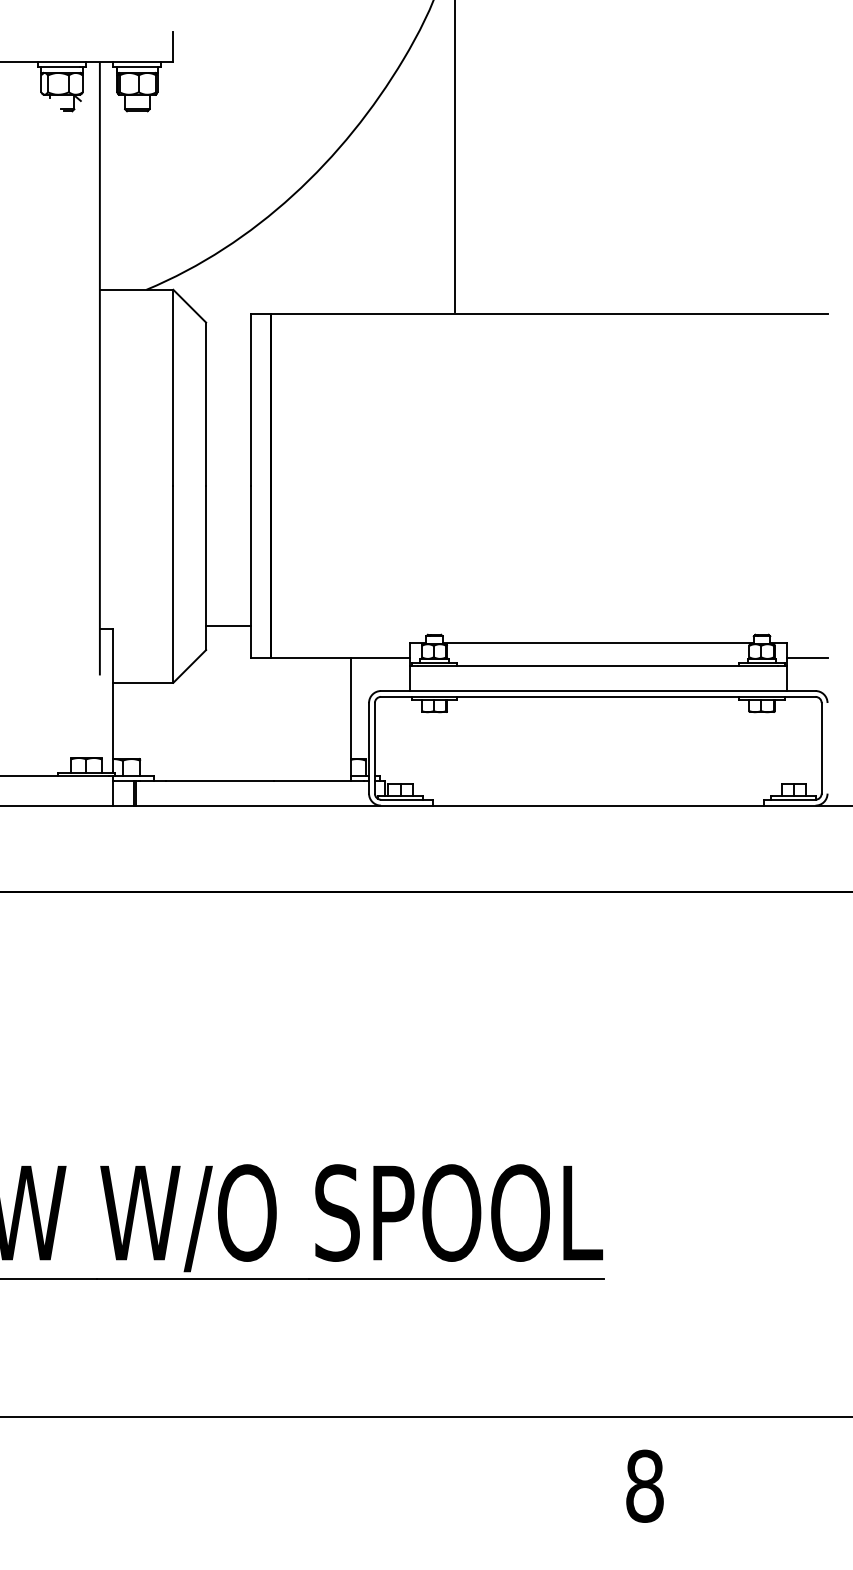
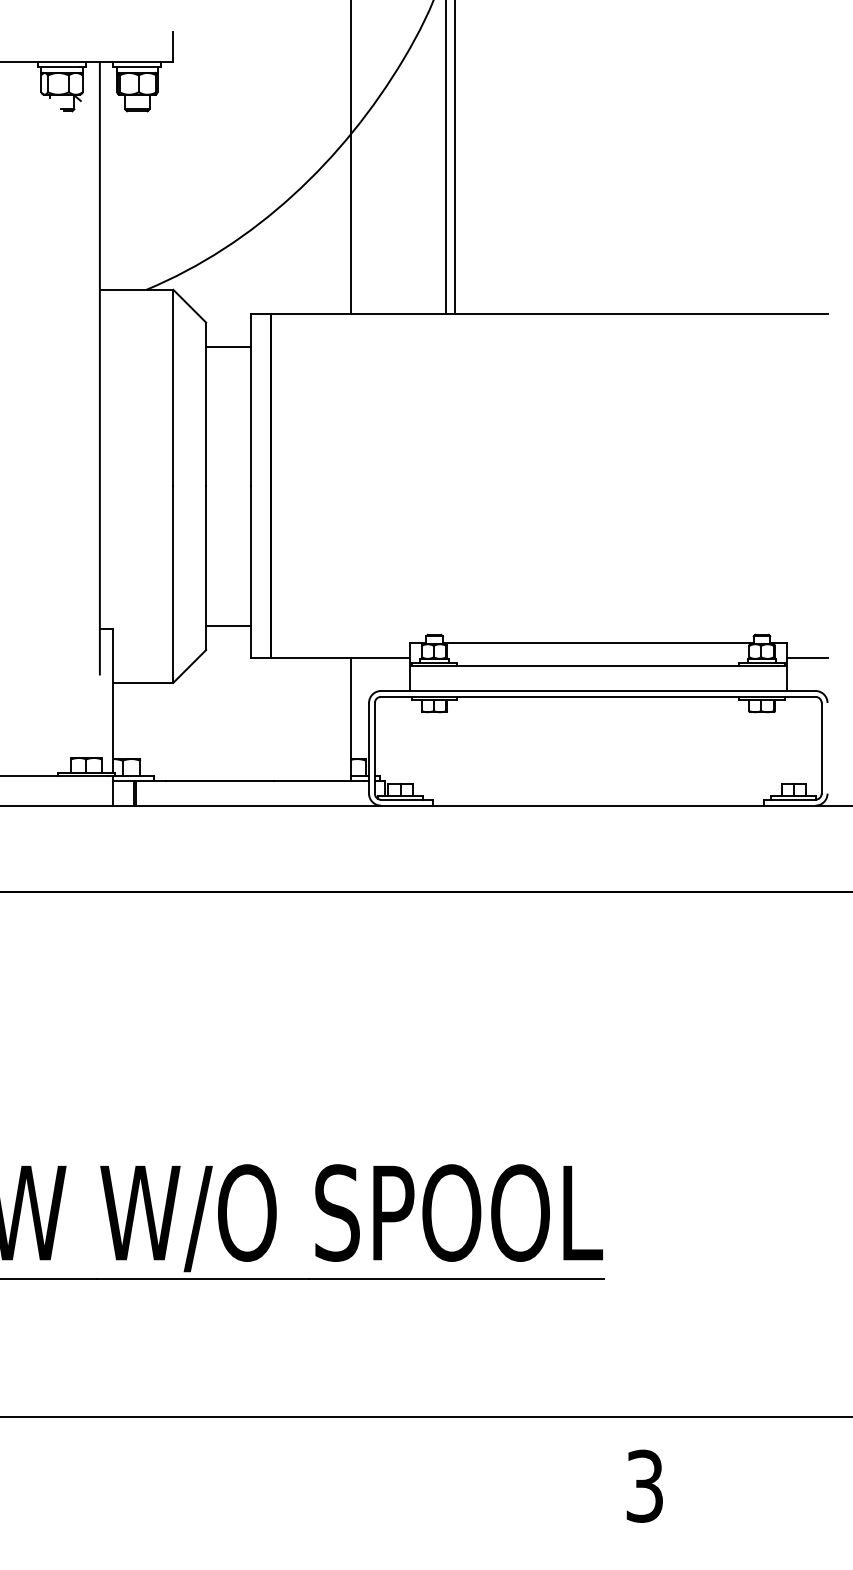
line at (350, 158): none -> present
line at (445, 158): none -> present
line at (228, 347): none -> present
text at (644, 1485): 8 -> 3
